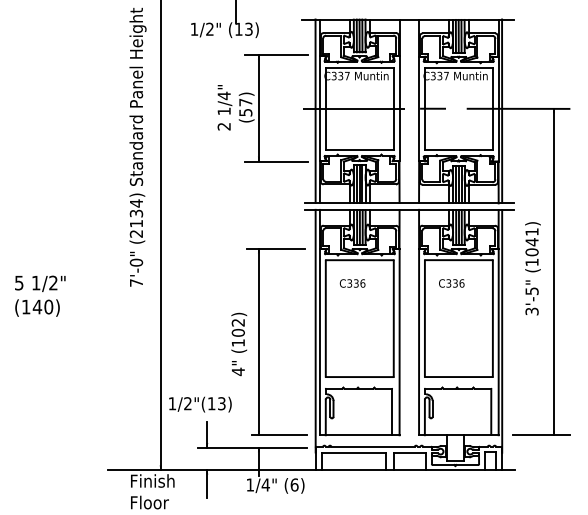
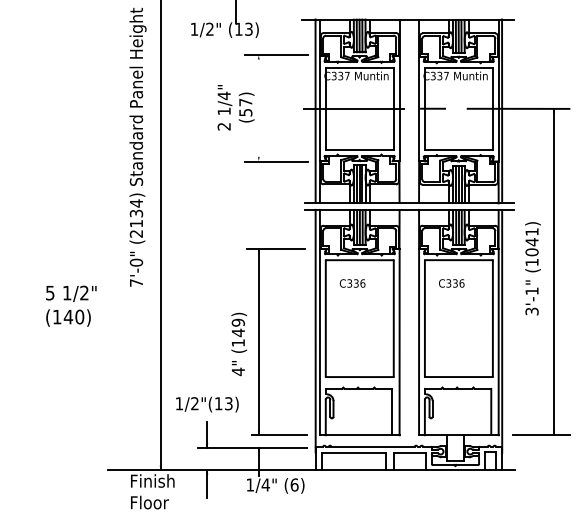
line at (258, 108): present -> none
text at (531, 291): 3'-5" -> 3'-1"
text at (40, 295) position: (40, 295) -> (71, 305)
text at (237, 327): (102) -> (149)
text at (200, 404) position: (200, 404) -> (207, 404)
